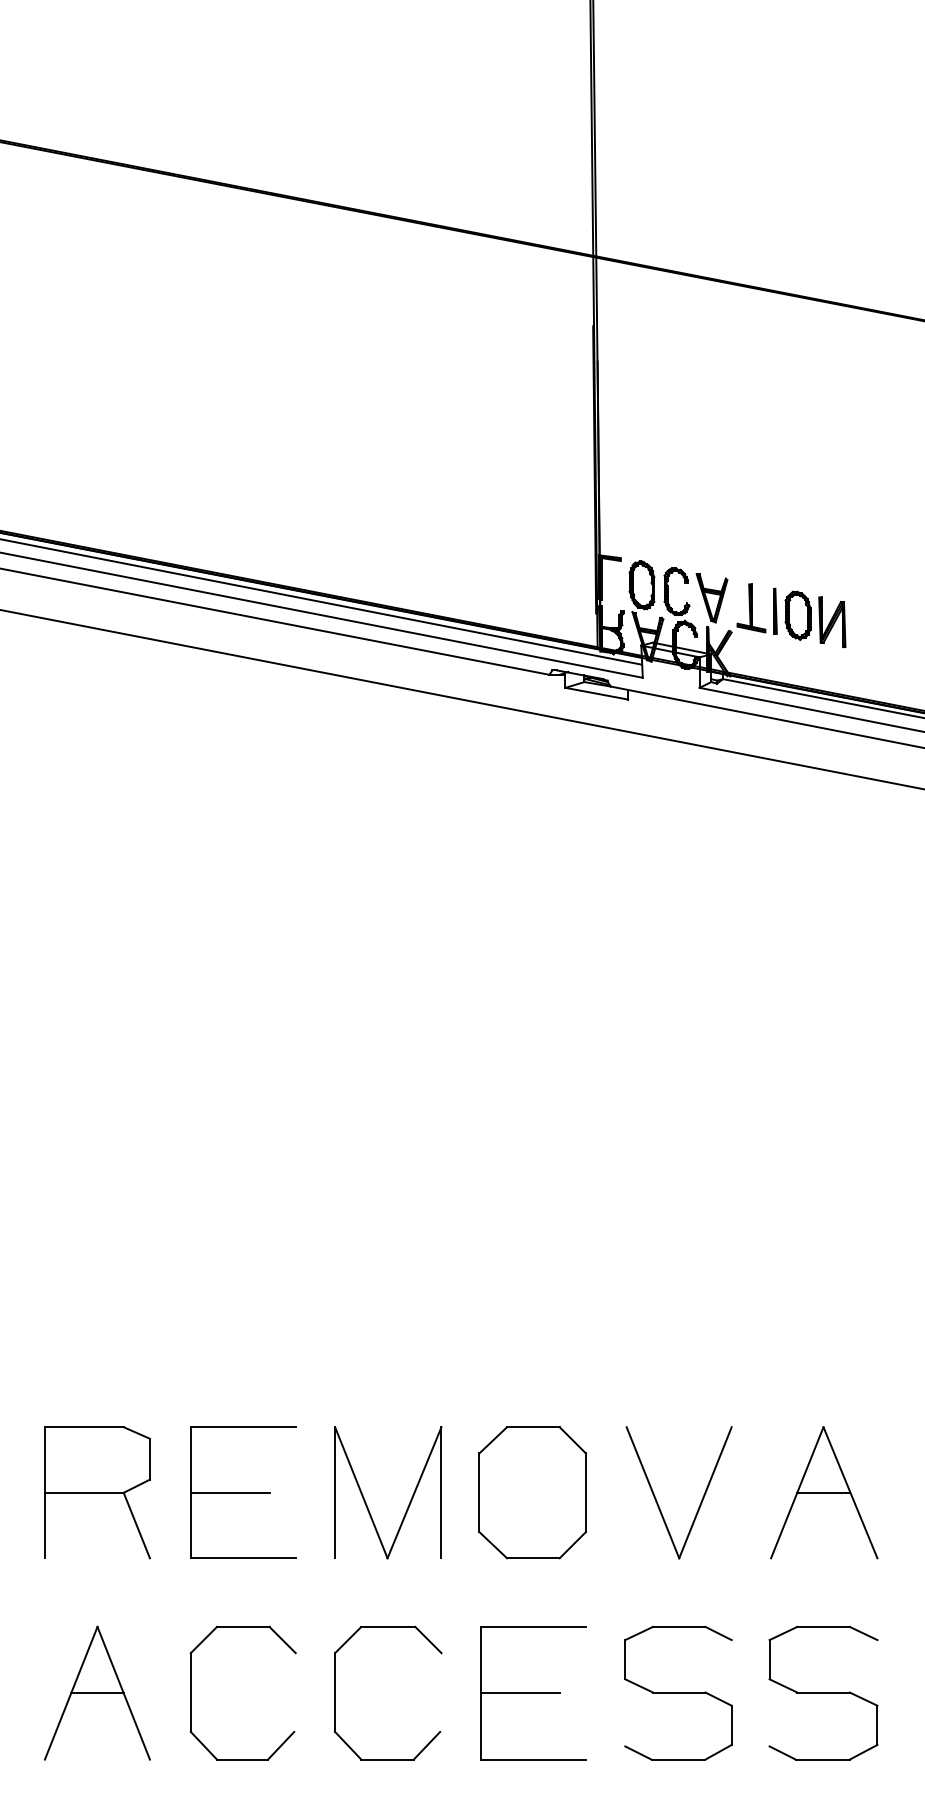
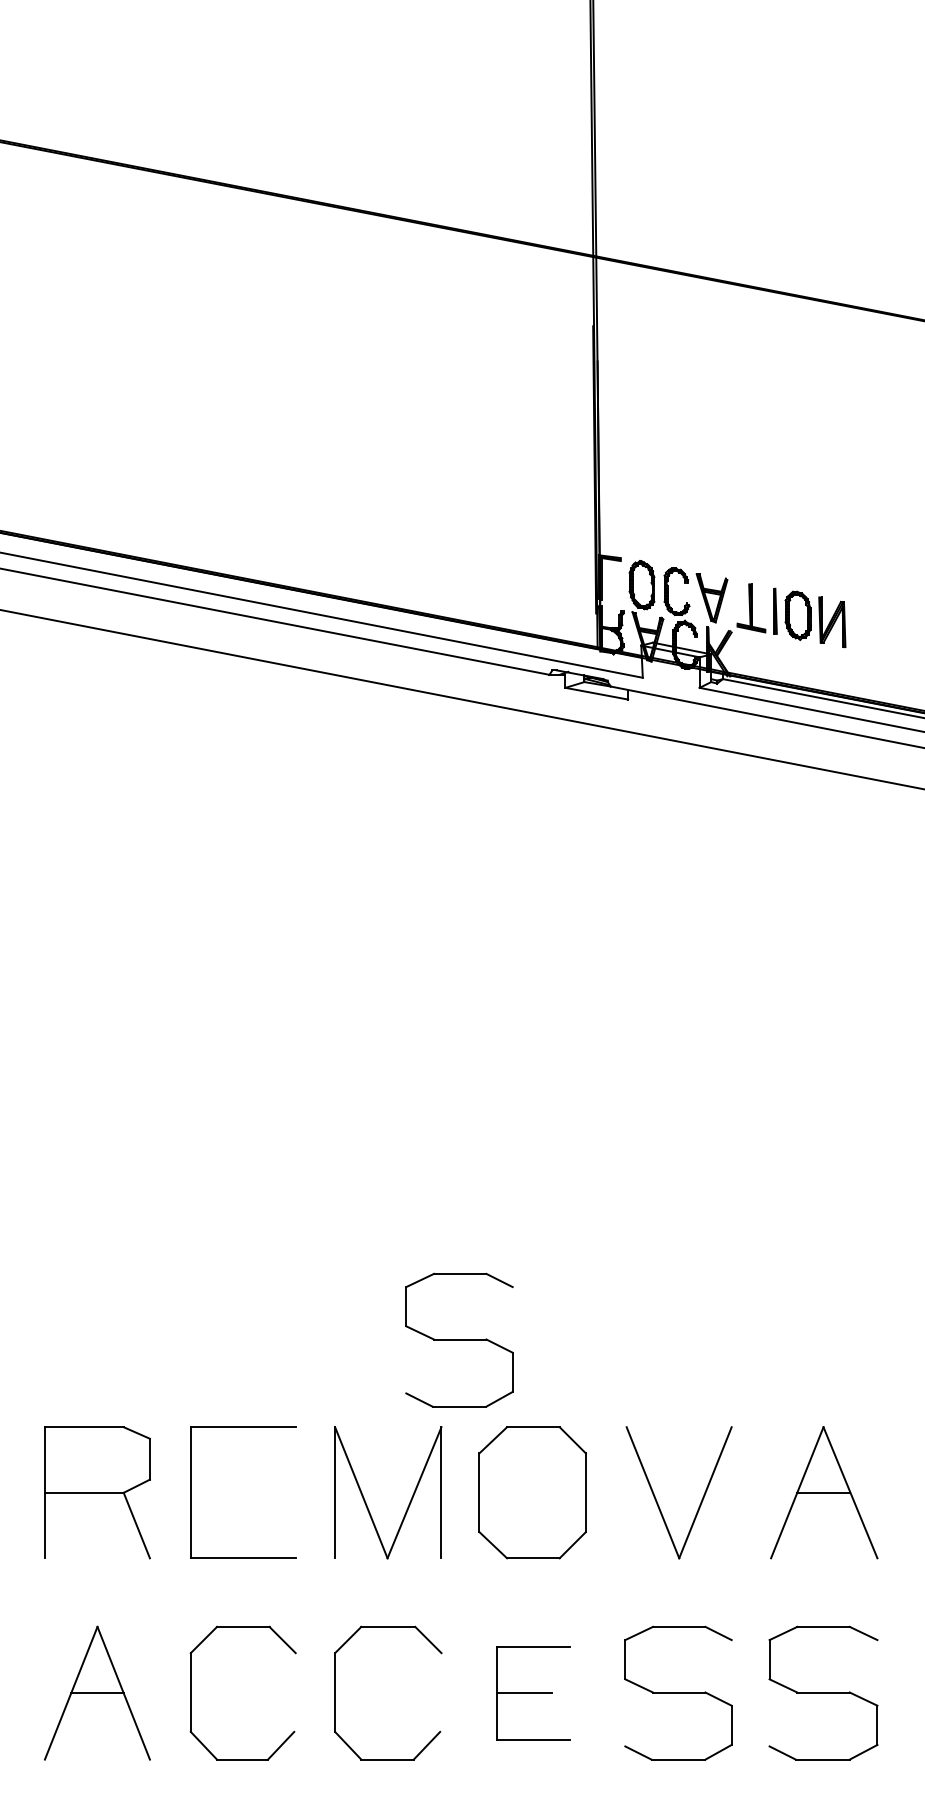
line at (321, 601): present -> none
part at (459, 1339): none -> present
line at (229, 1492): present -> none
part at (533, 1693) size: 107x135 px -> 75x95 px
